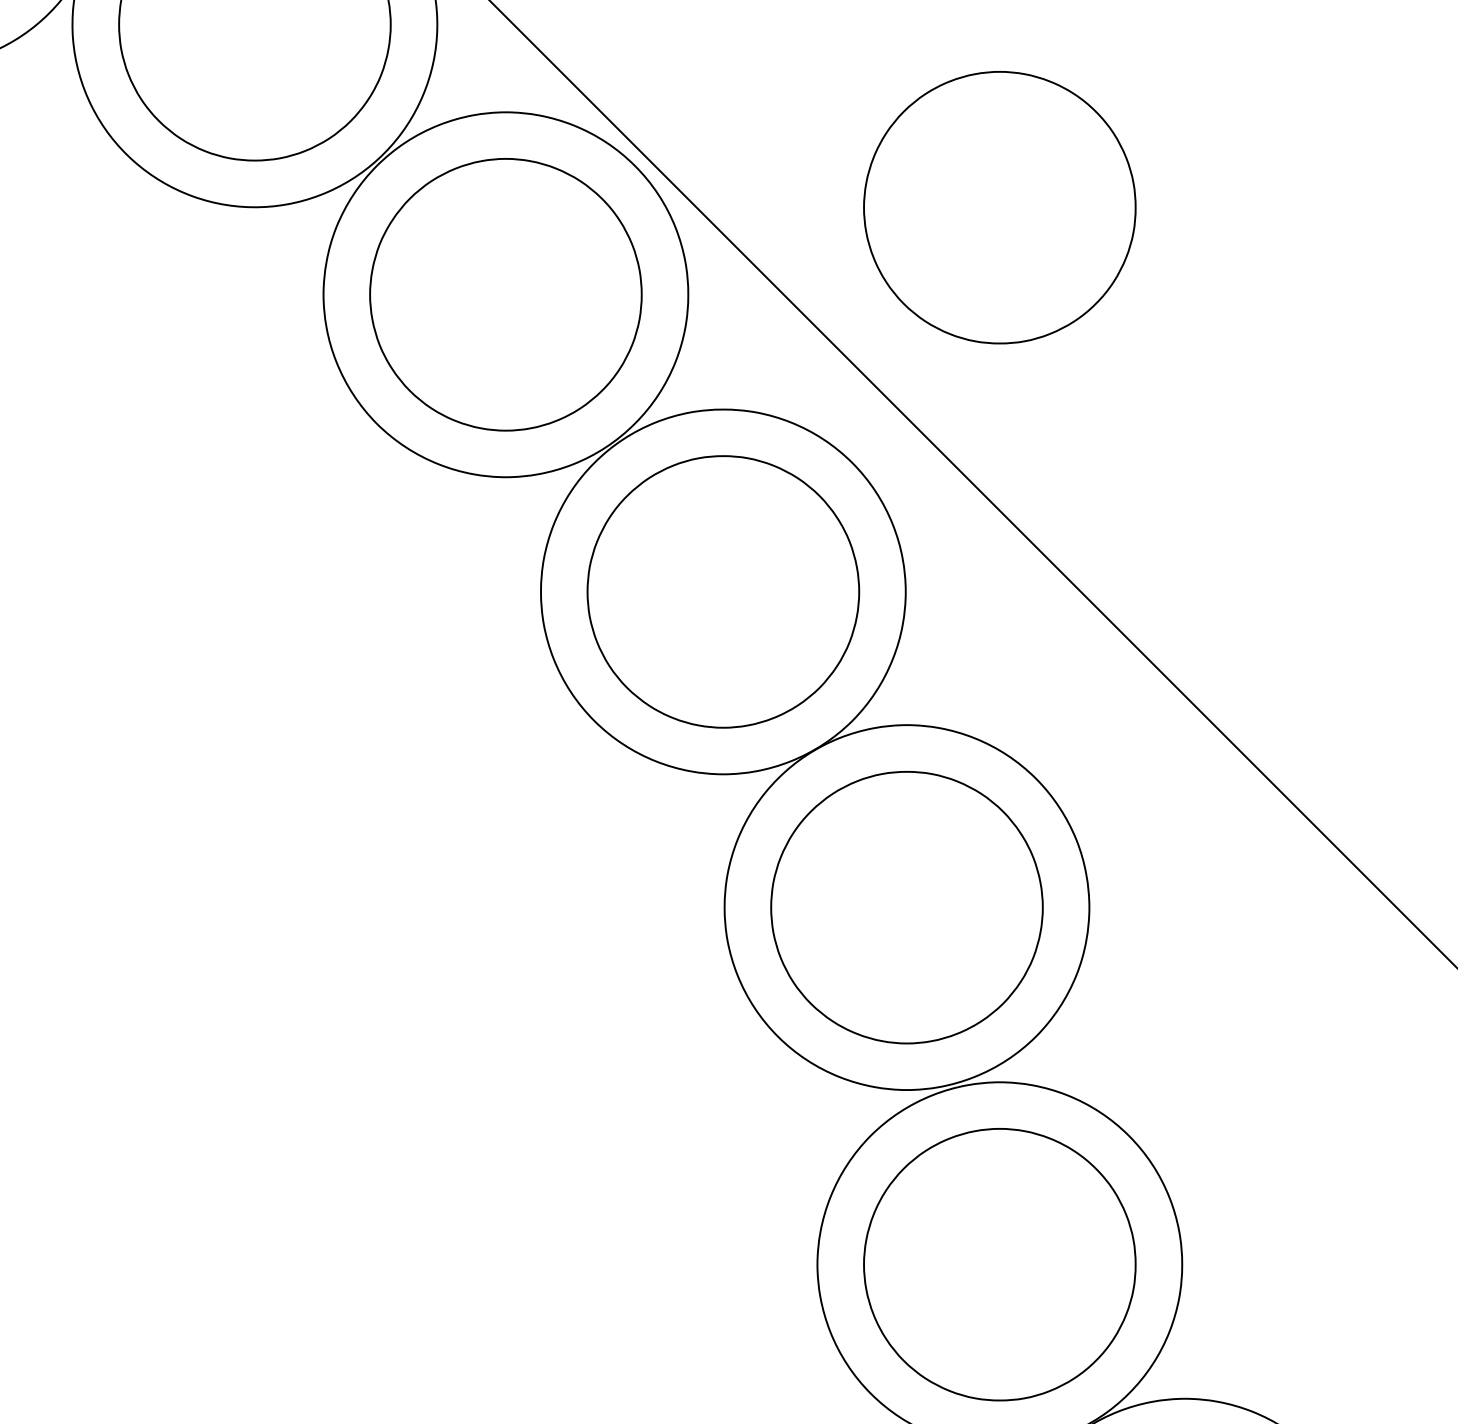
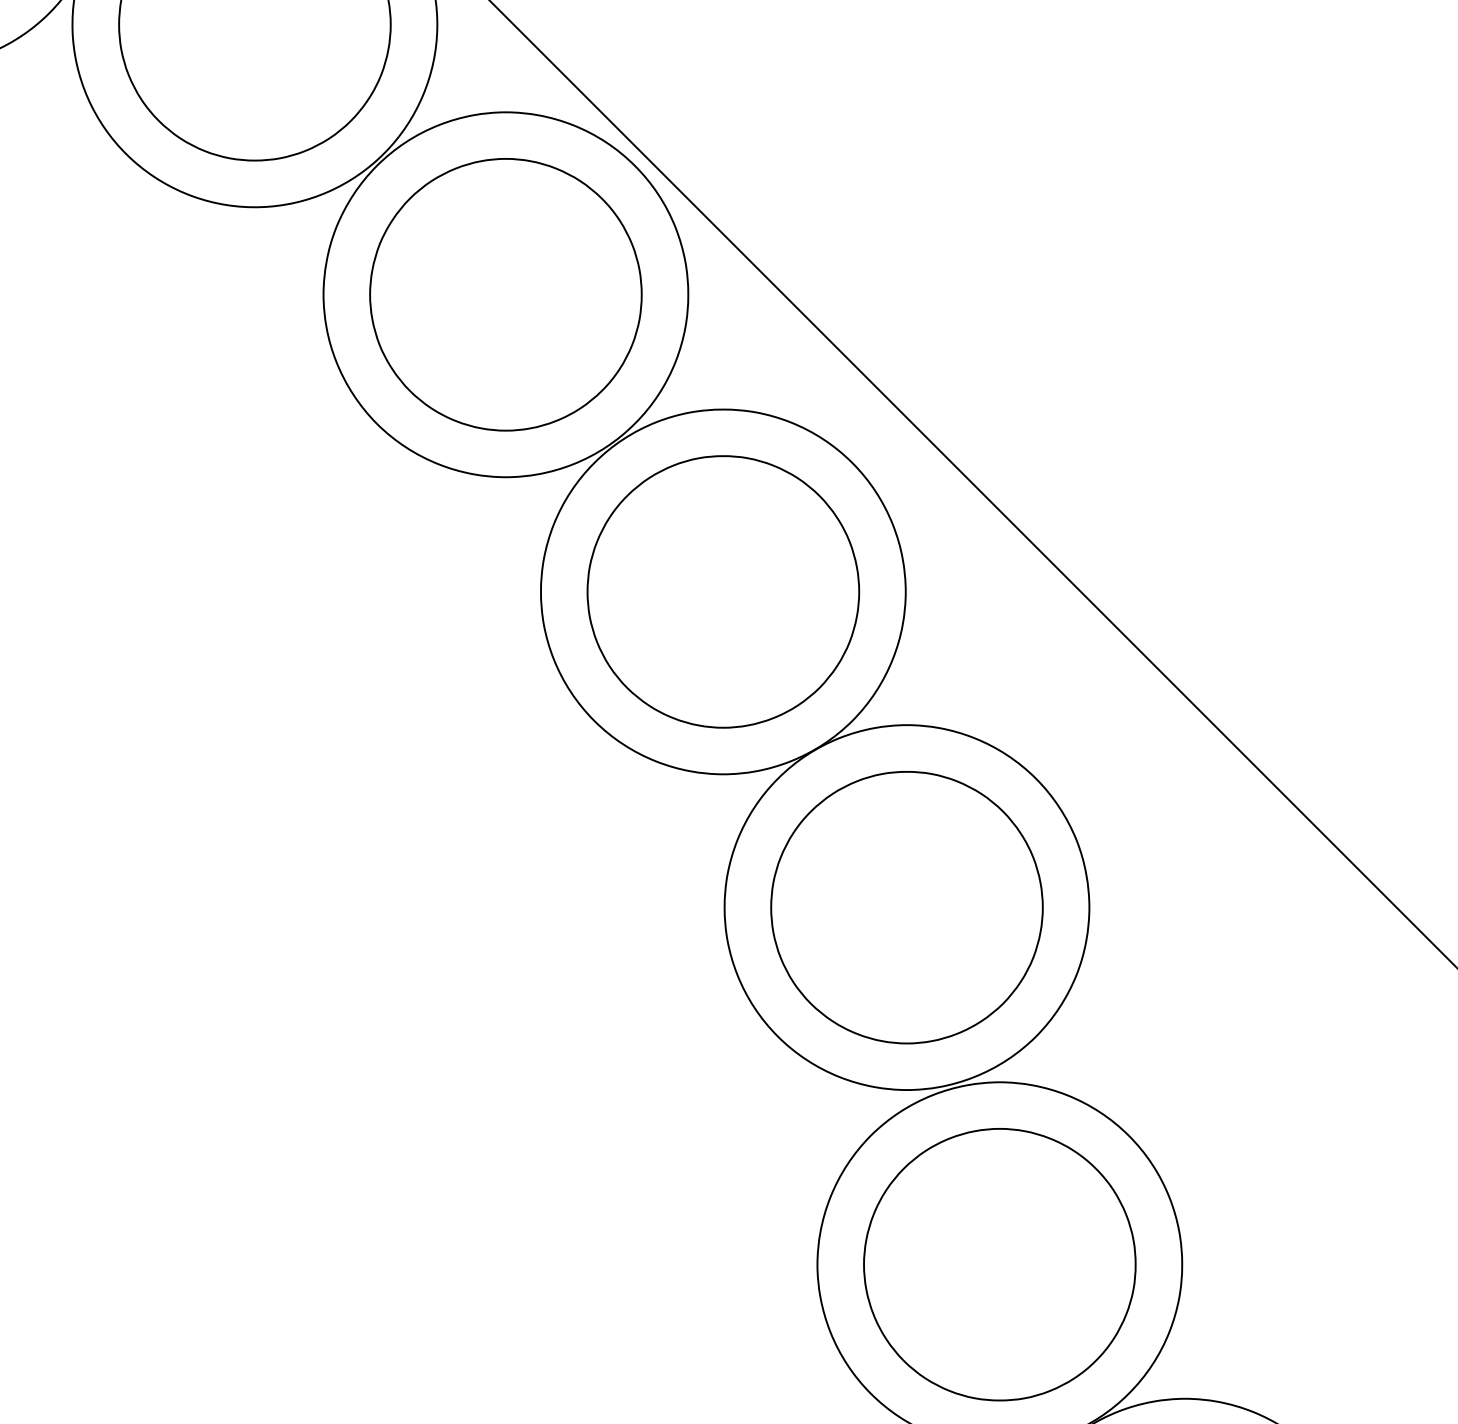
part at (999, 207): present -> none
